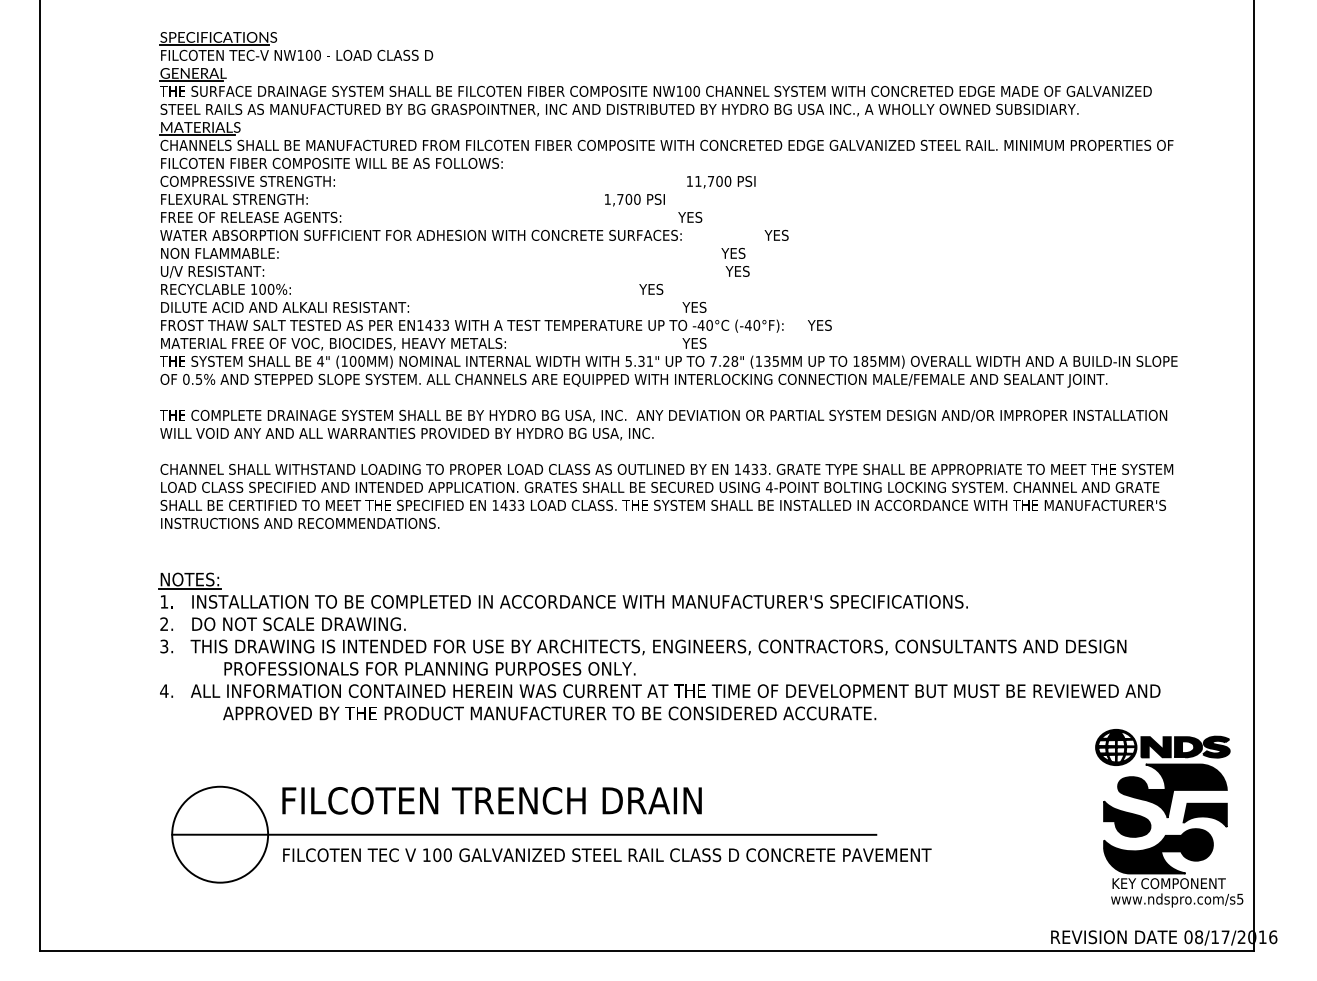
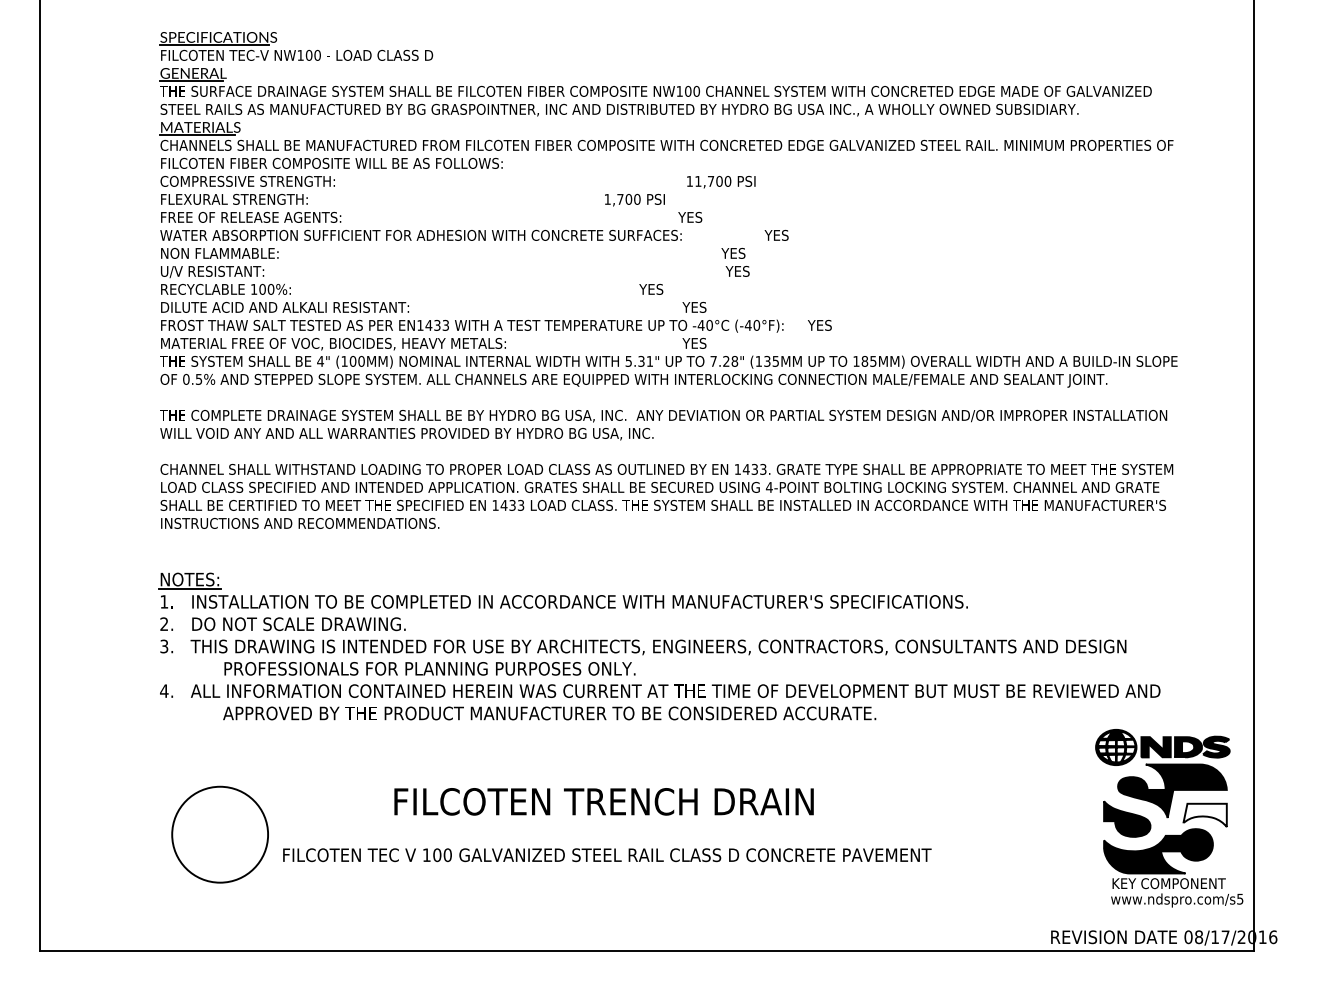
text at (491, 800) position: (491, 800) -> (603, 801)
fill at (1204, 815): present -> none
line at (524, 834): present -> none
